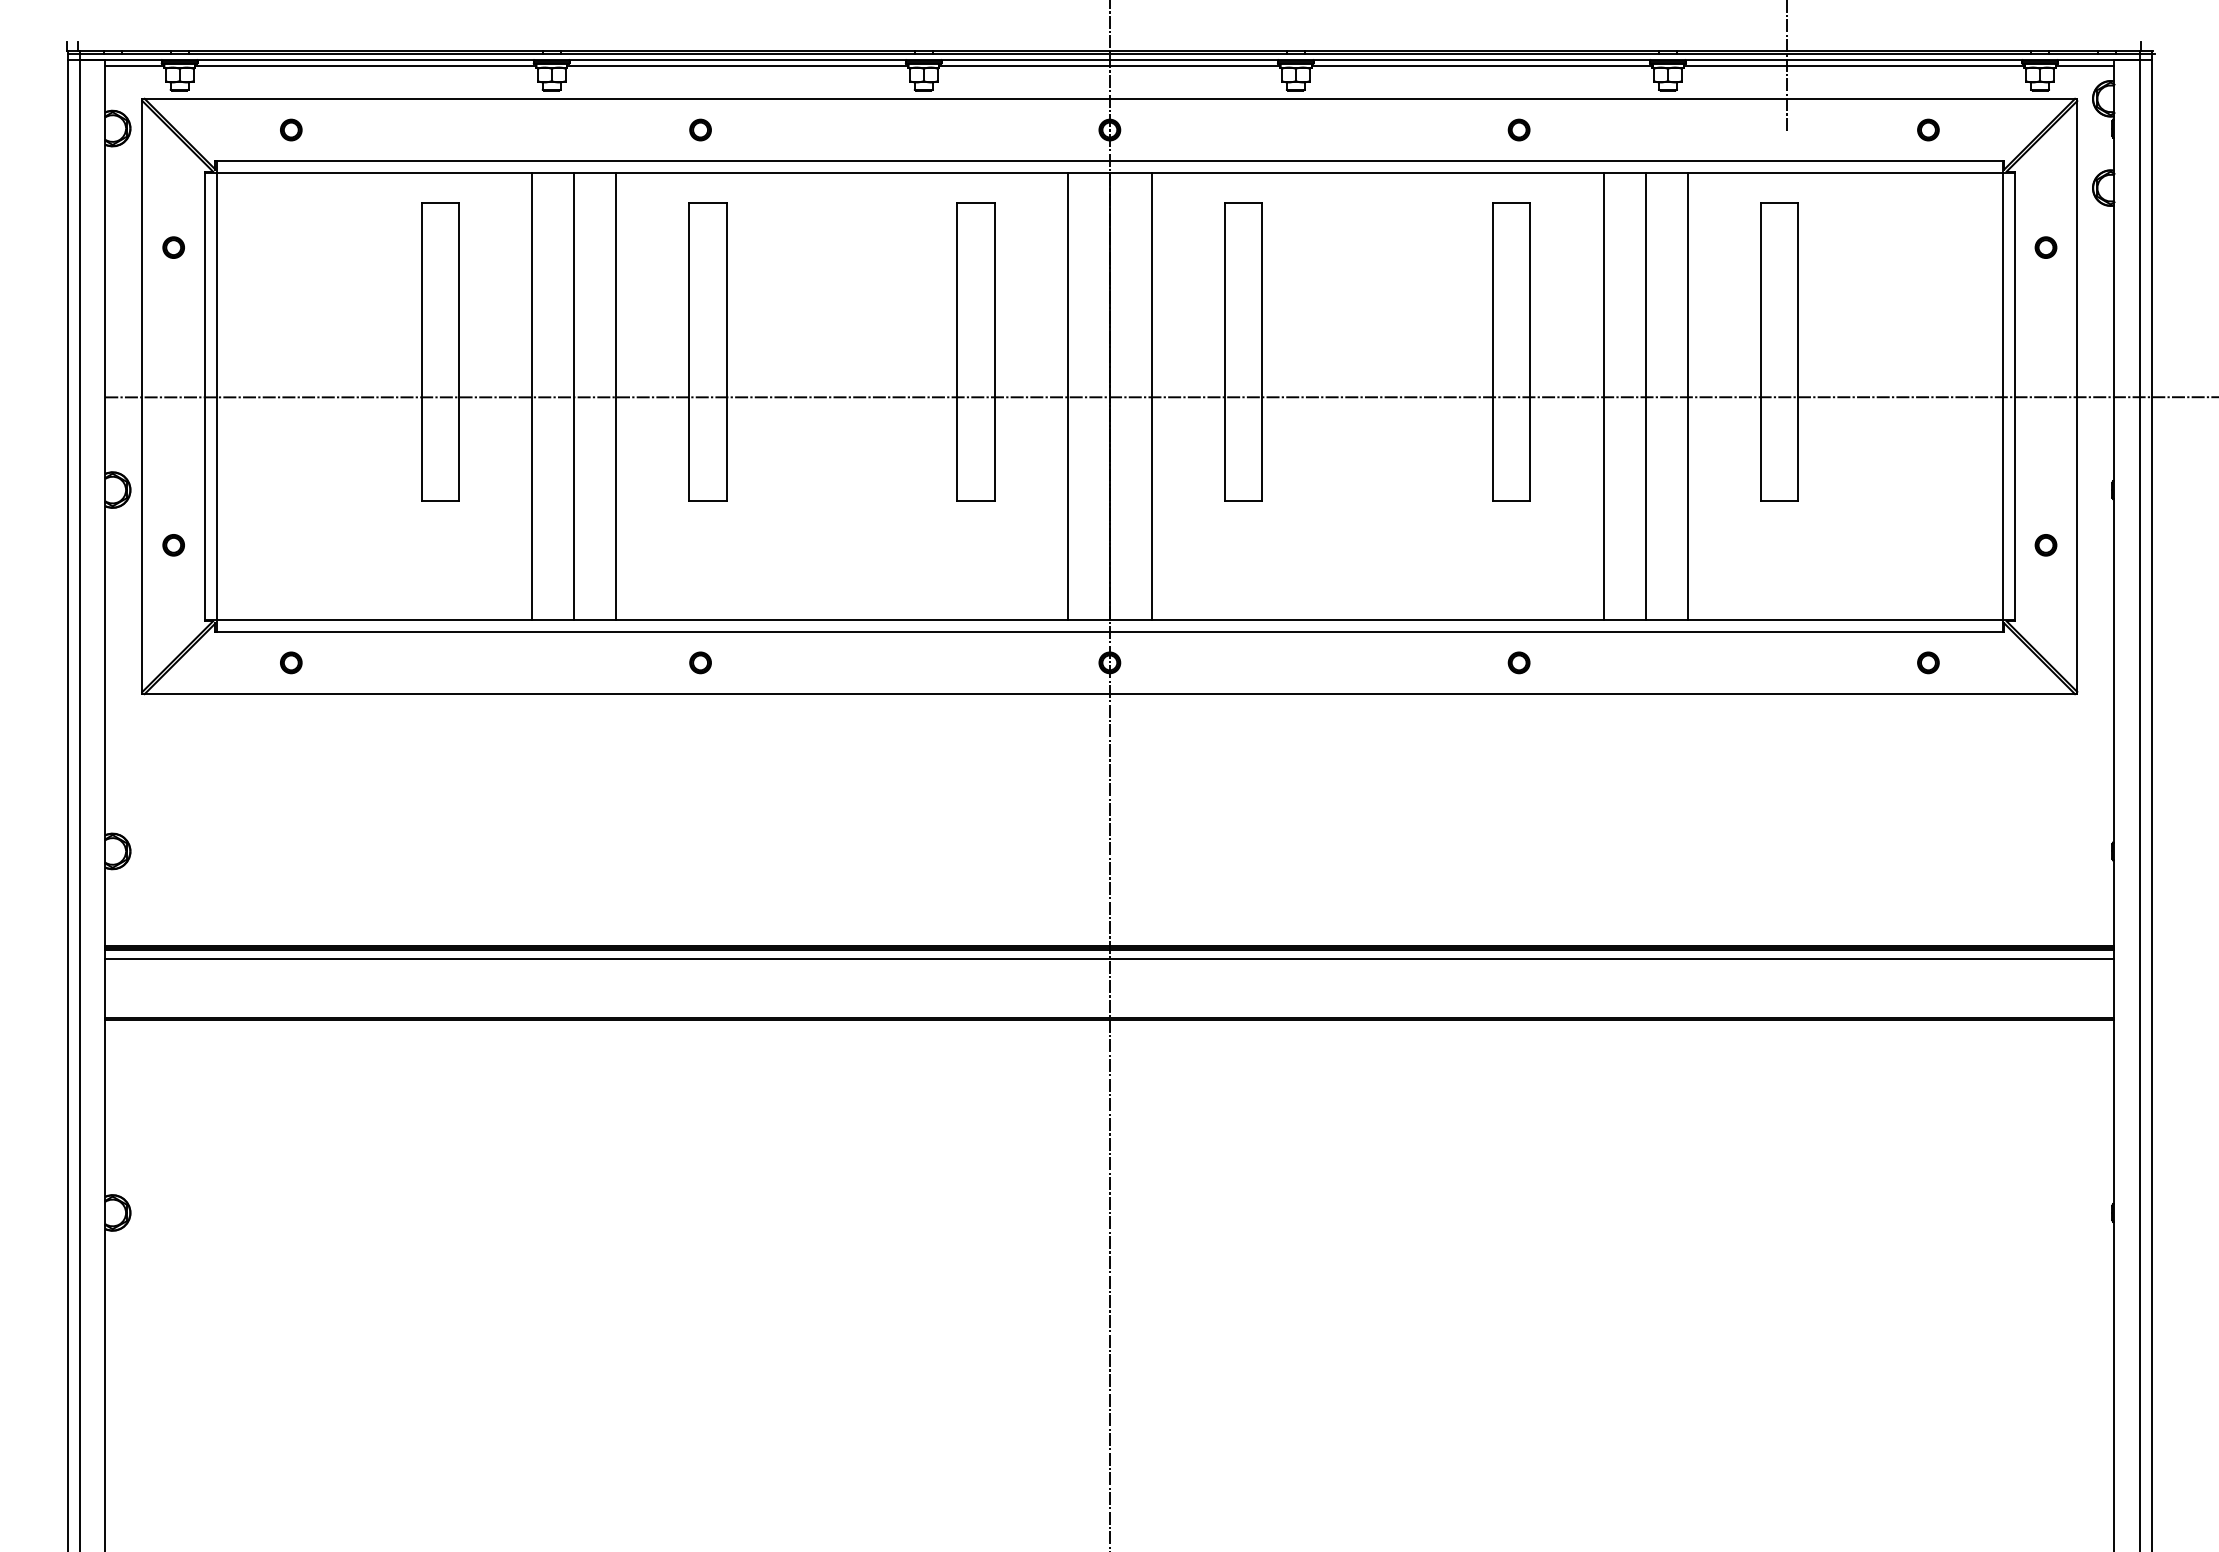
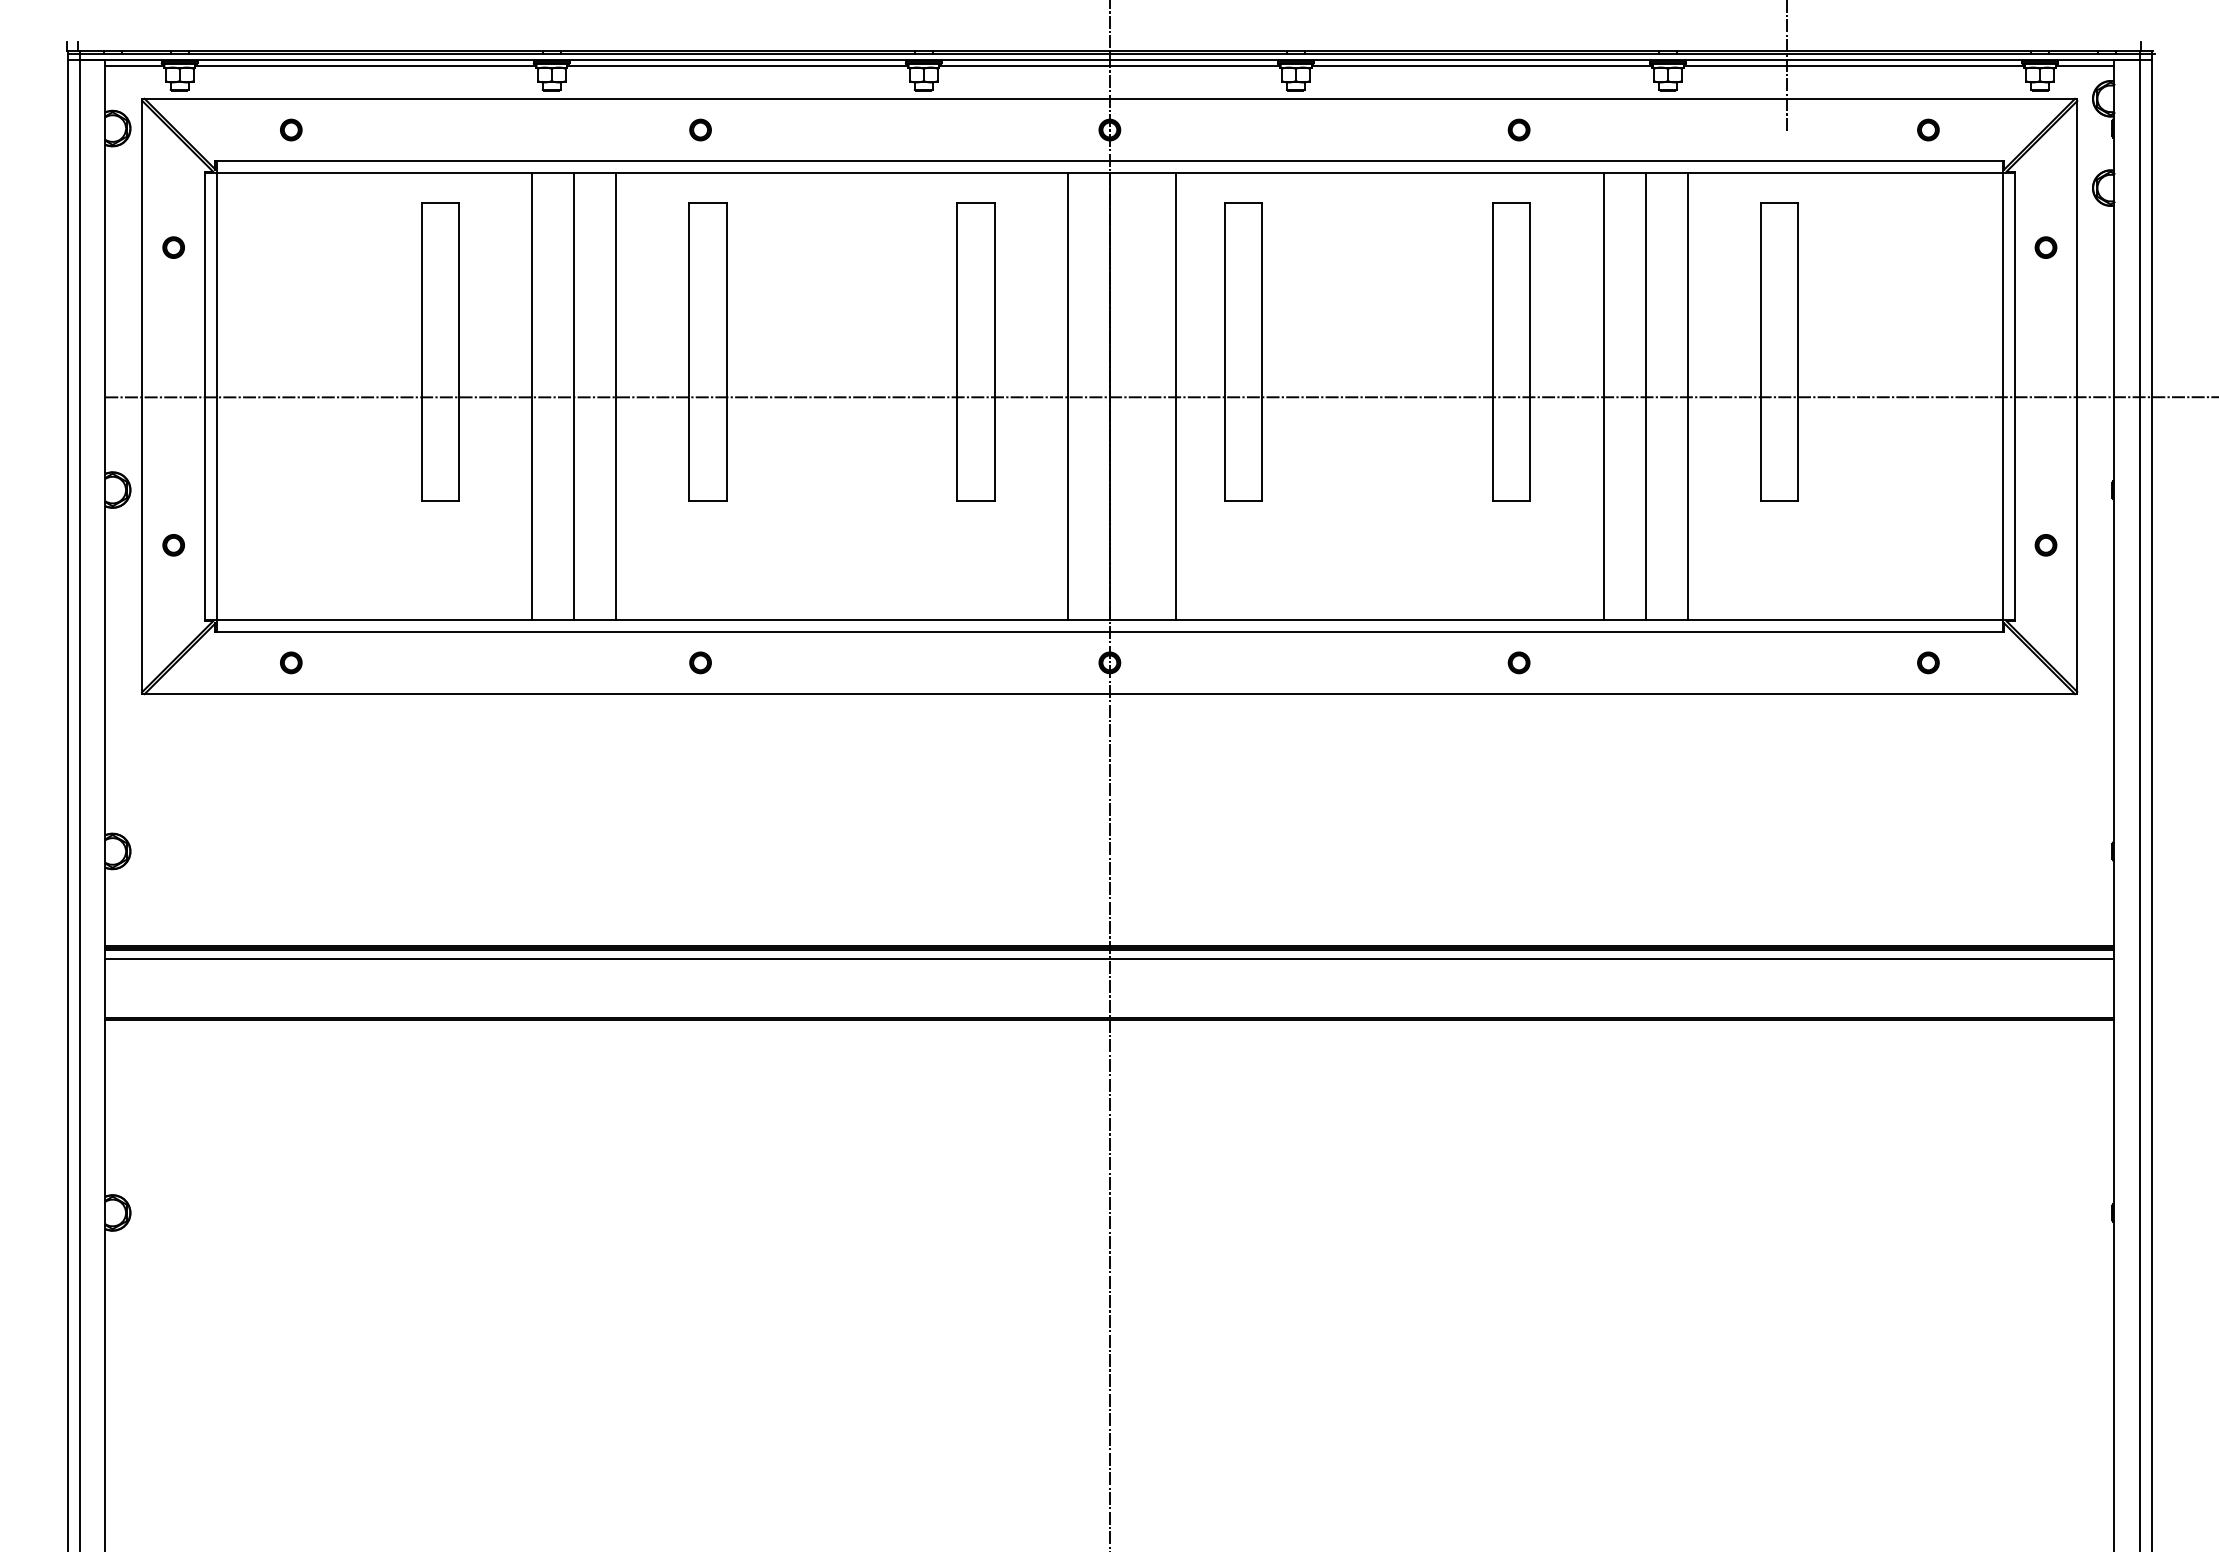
line at (1151, 396) position: (1151, 396) -> (1175, 396)
